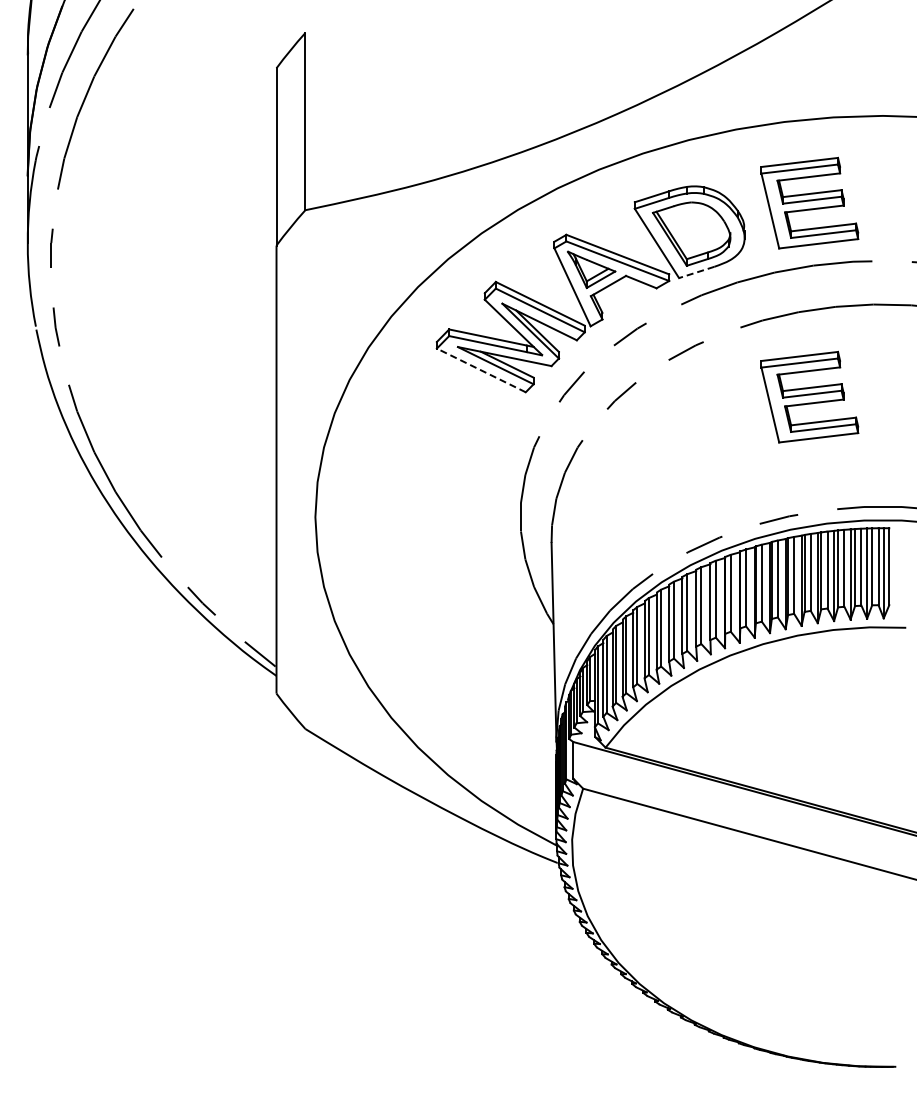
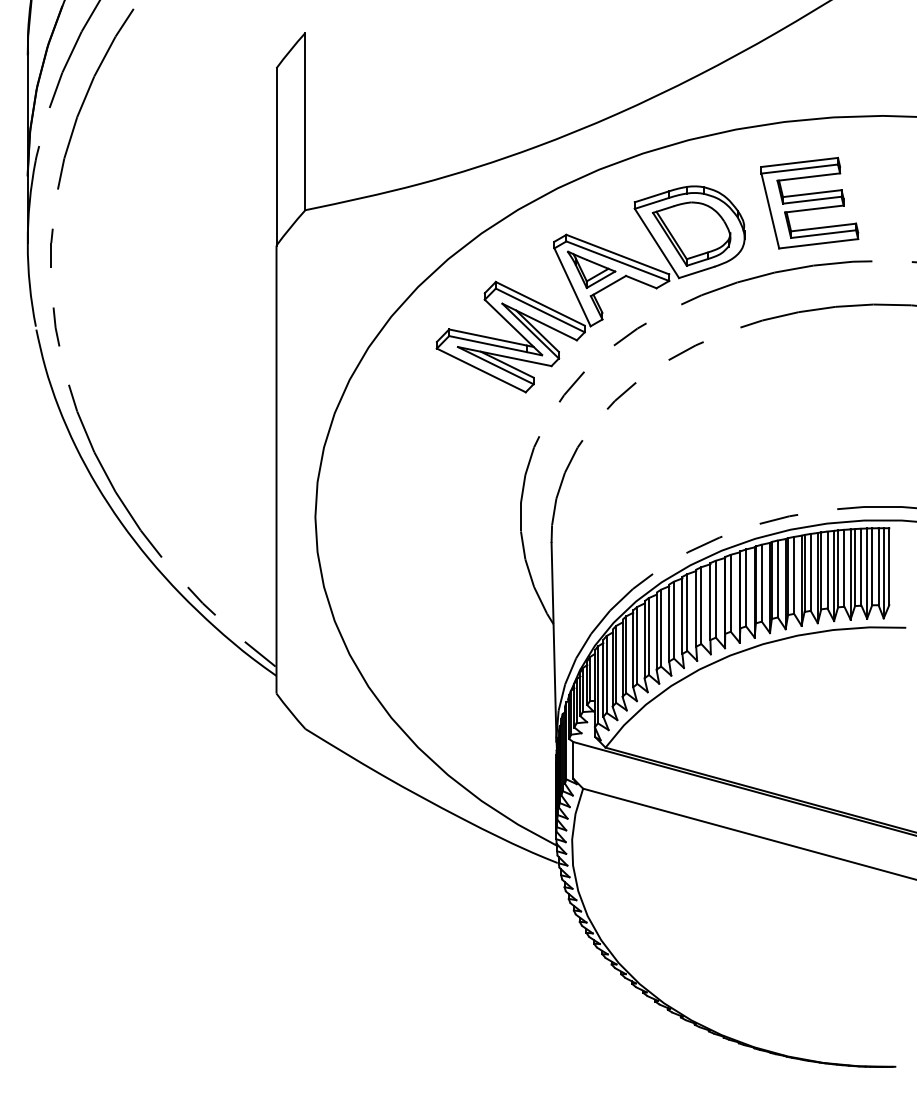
line at (696, 272): dashed -> solid
line at (481, 370): dashed -> solid
part at (809, 396): present -> none
